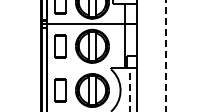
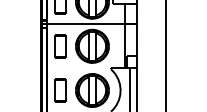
line at (165, 55): dashed -> solid
line at (130, 90): dashed -> solid
